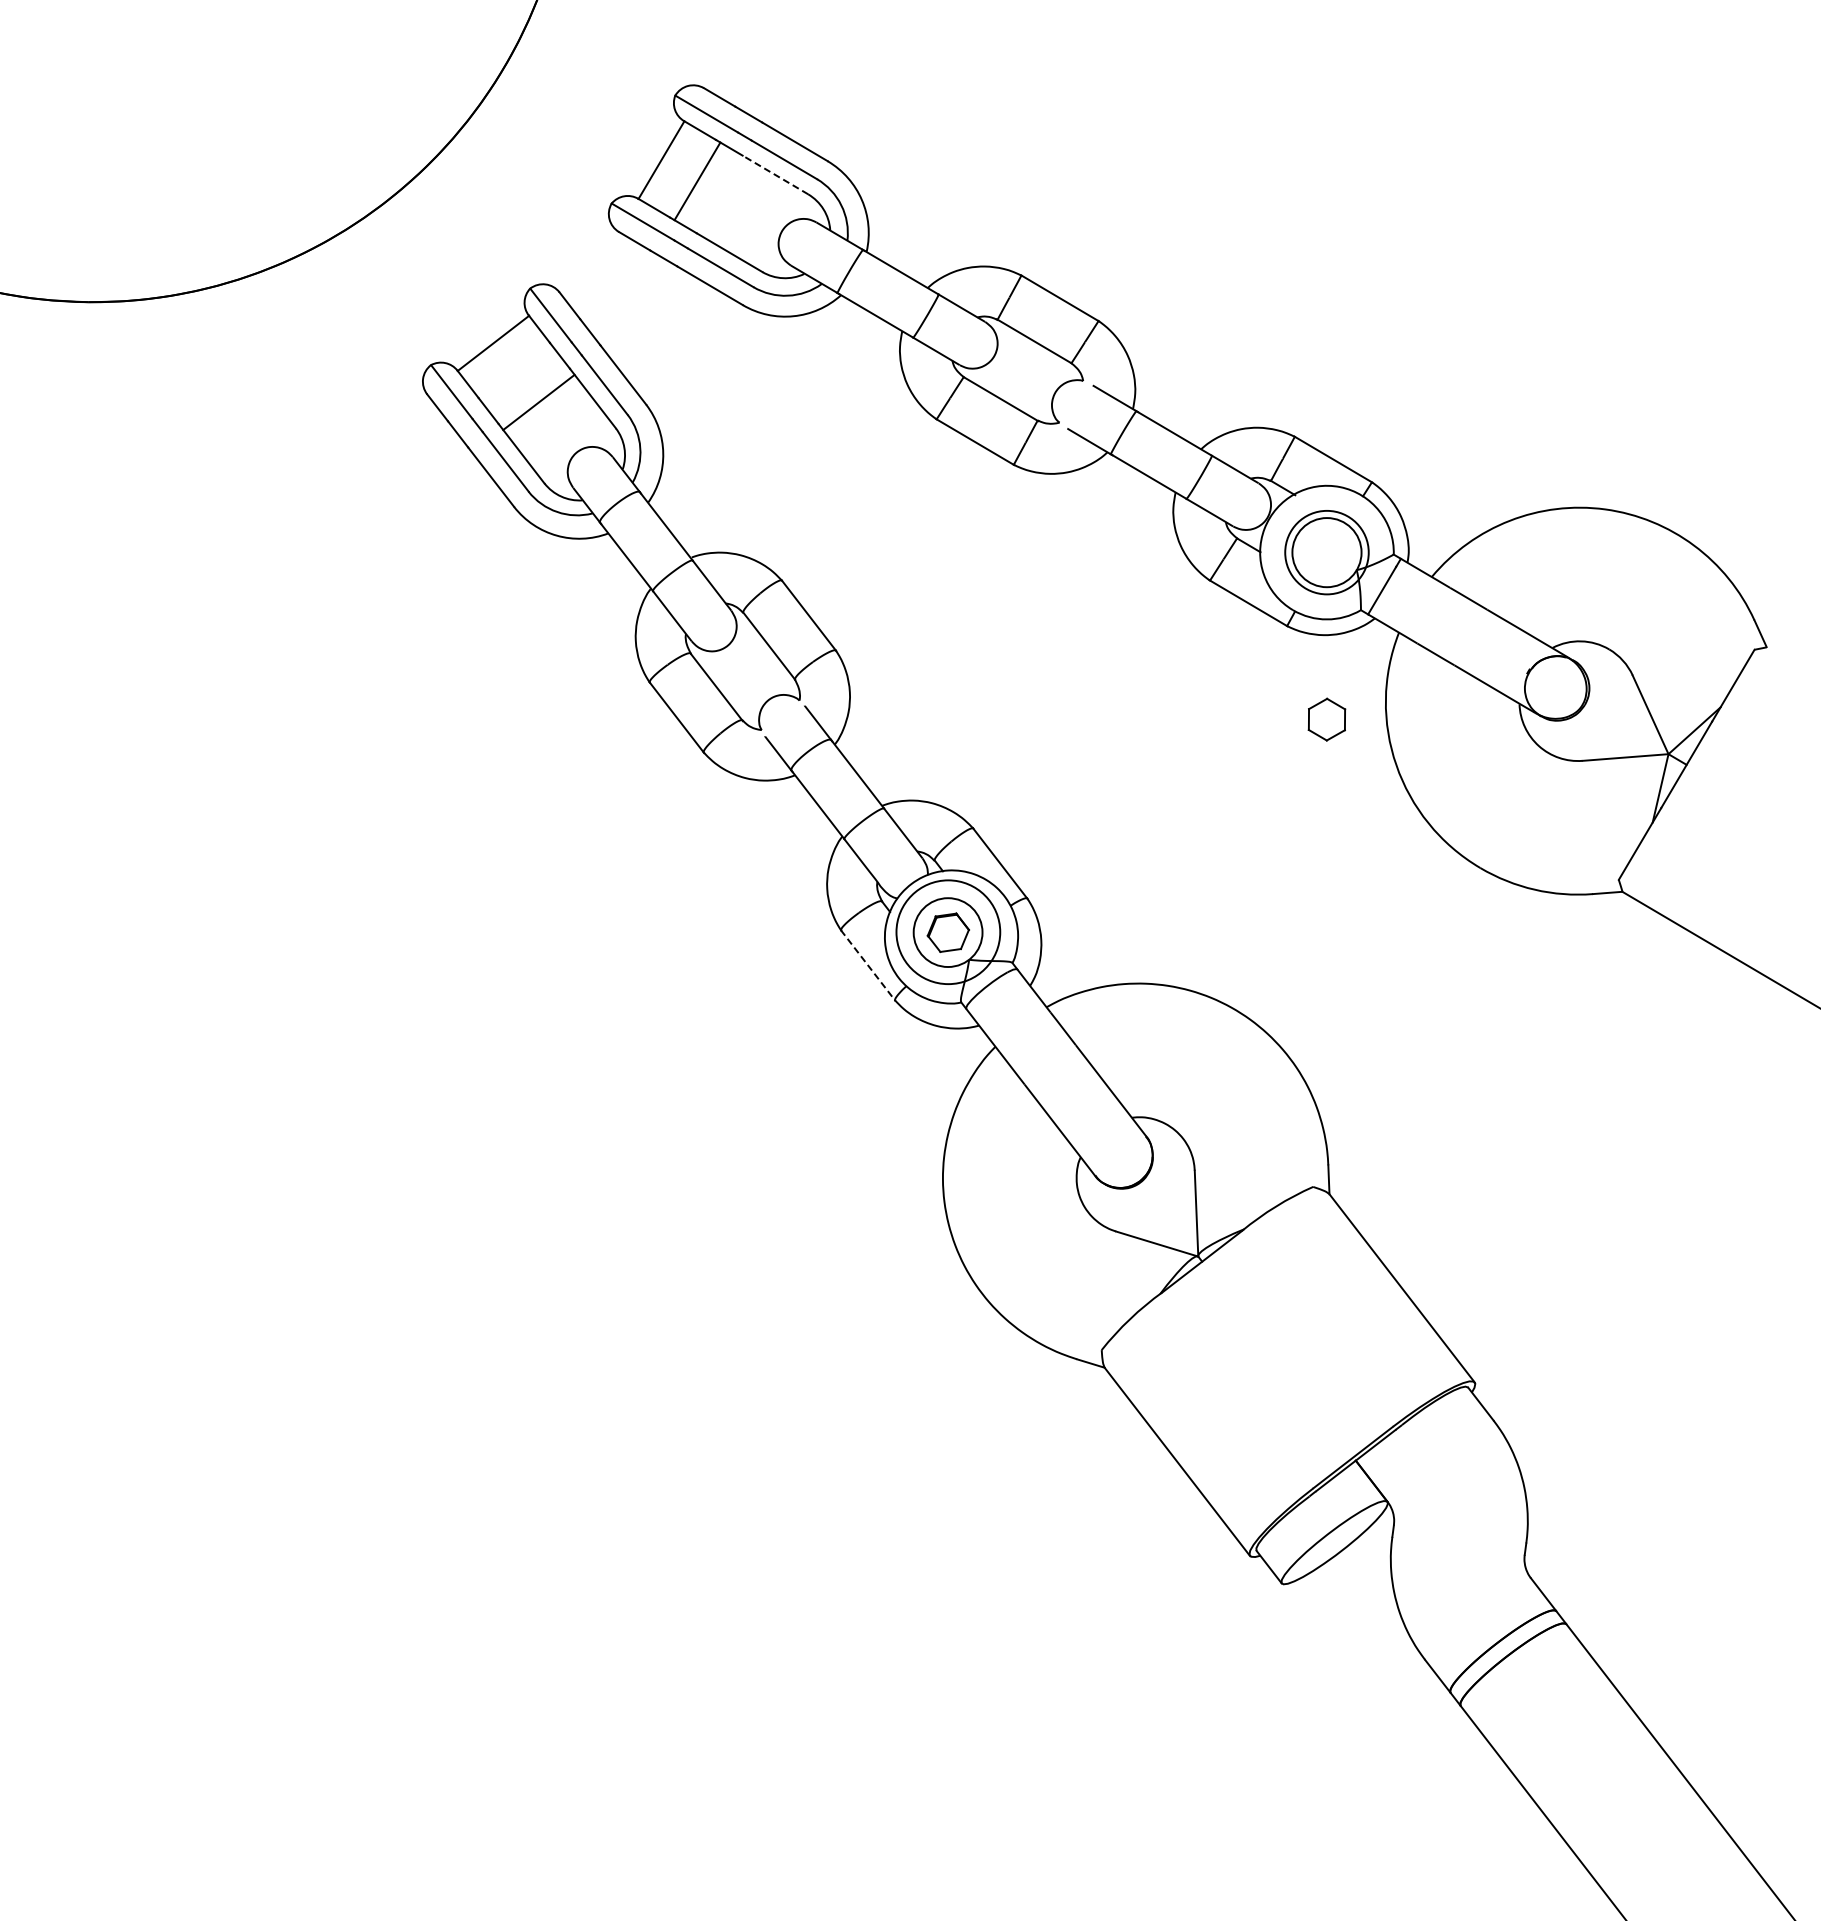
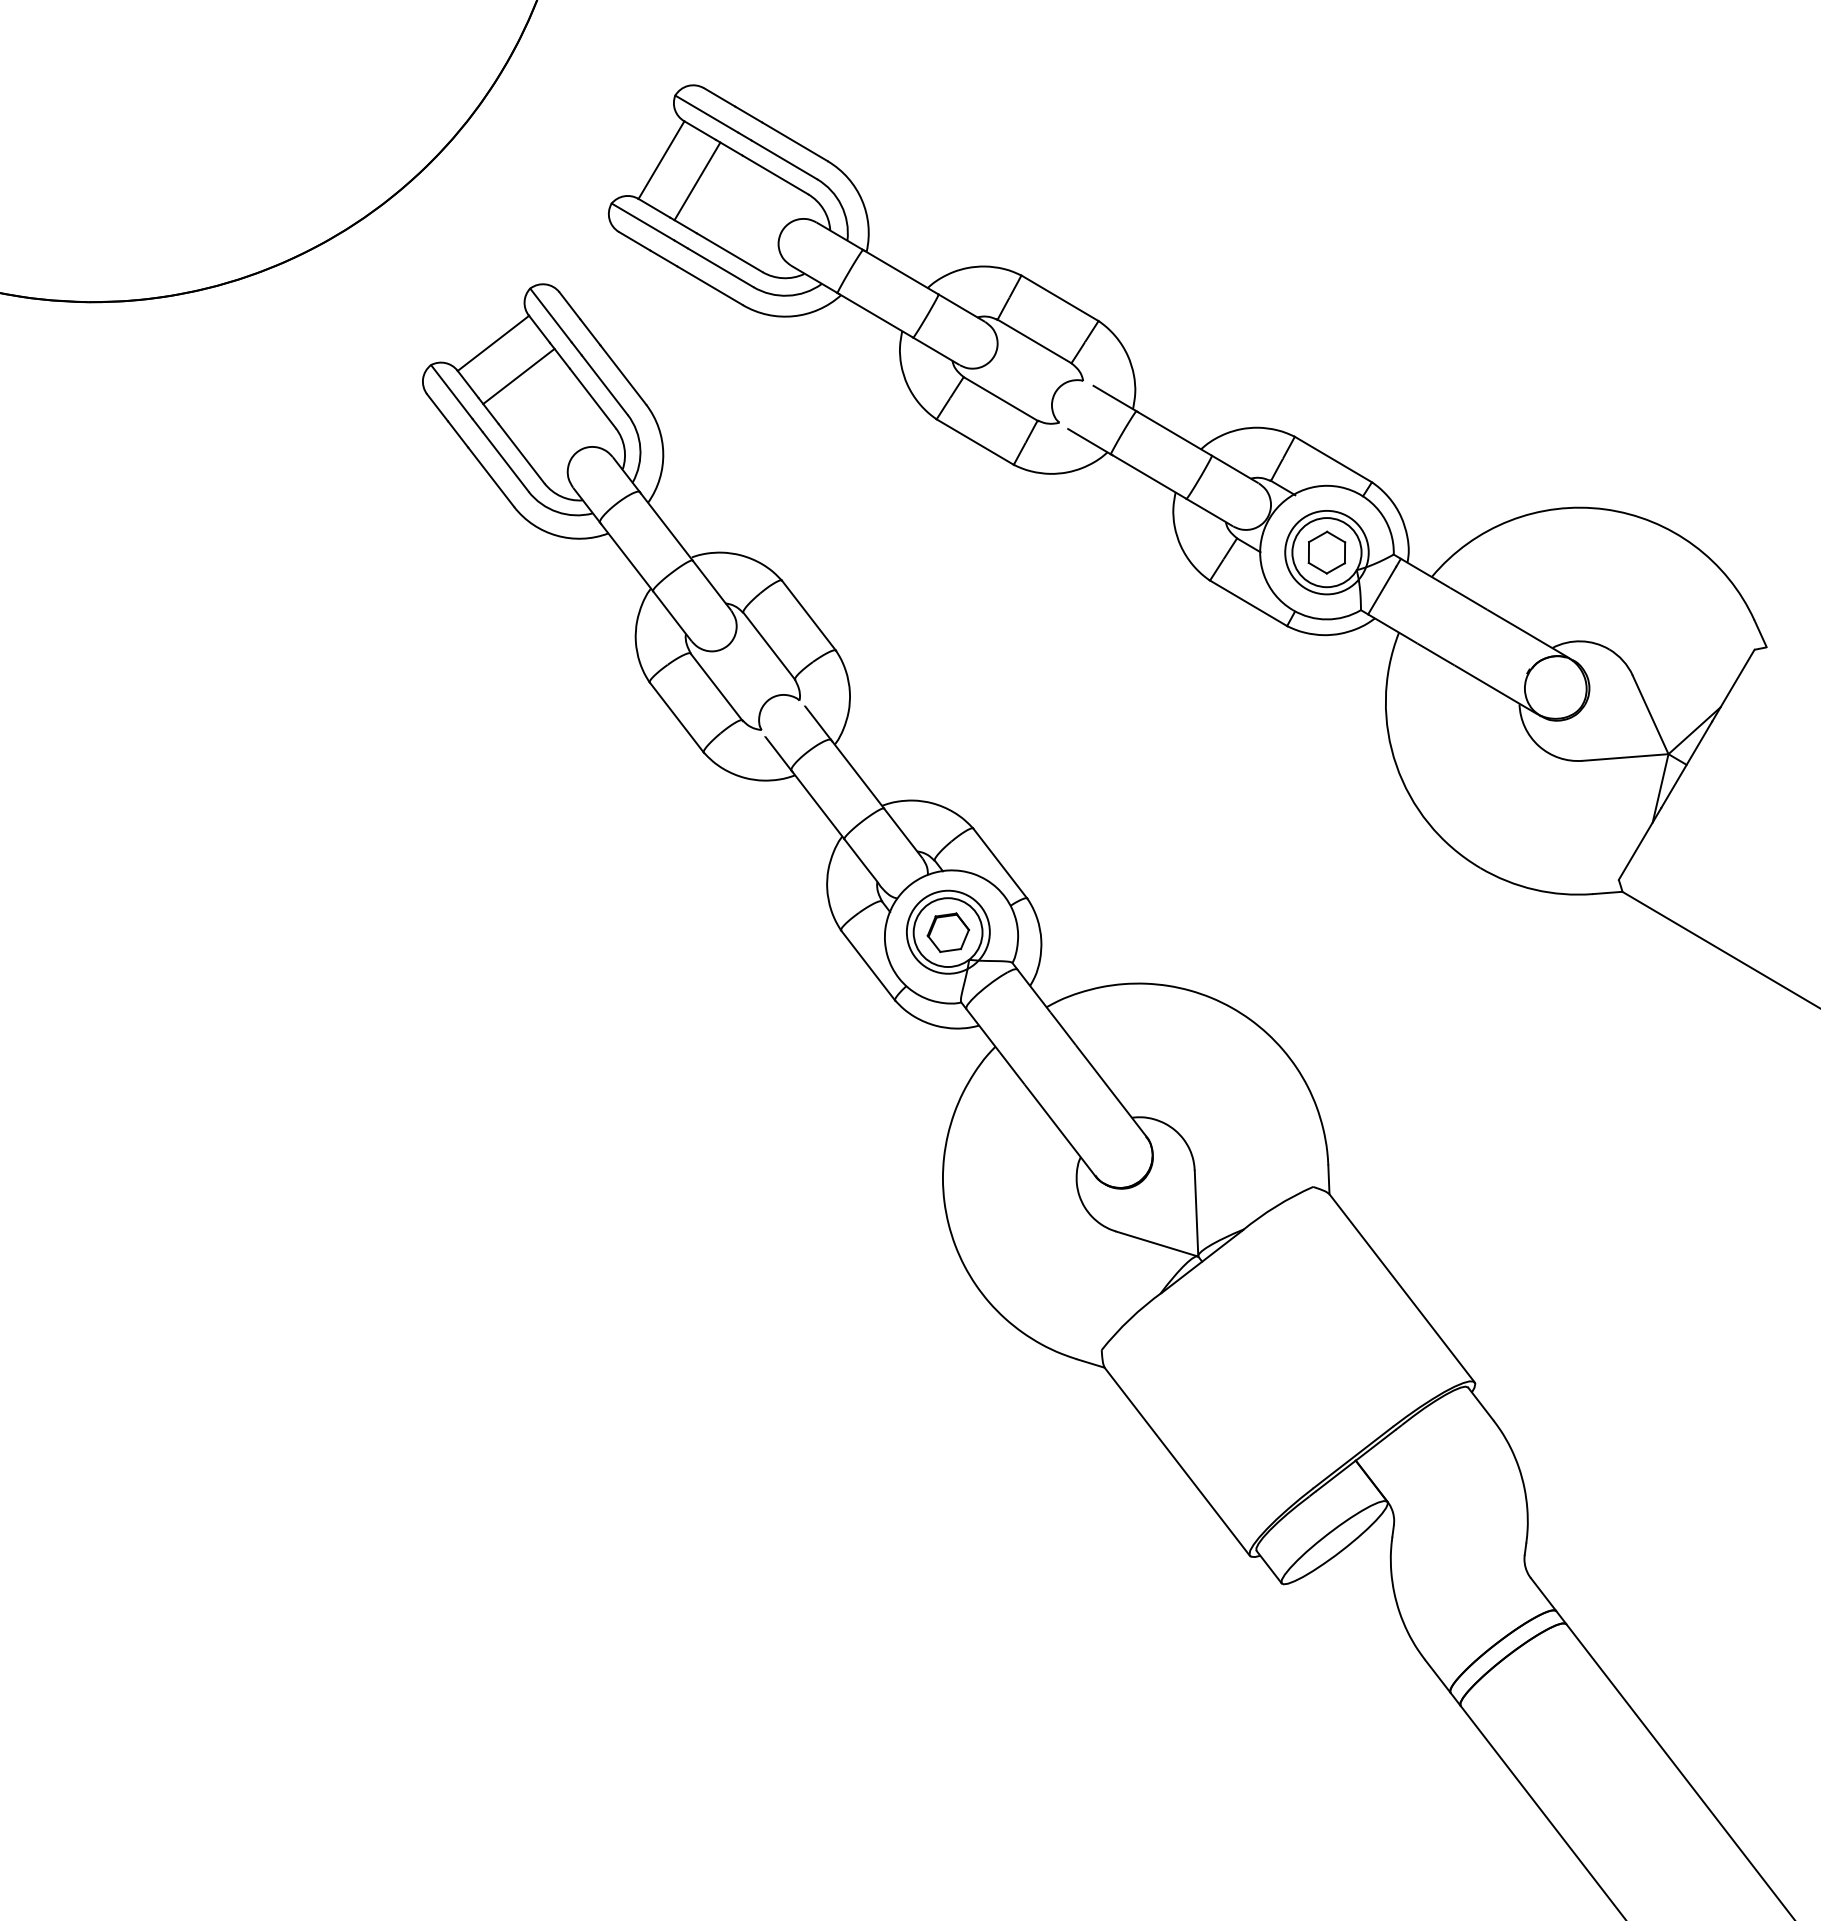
line at (775, 174): dashed -> solid
line at (538, 402) position: (538, 402) -> (518, 376)
part at (1326, 719) position: (1326, 719) -> (1326, 552)
circle at (948, 932) diameter: 104 px -> 83 px
line at (868, 965): dashed -> solid
